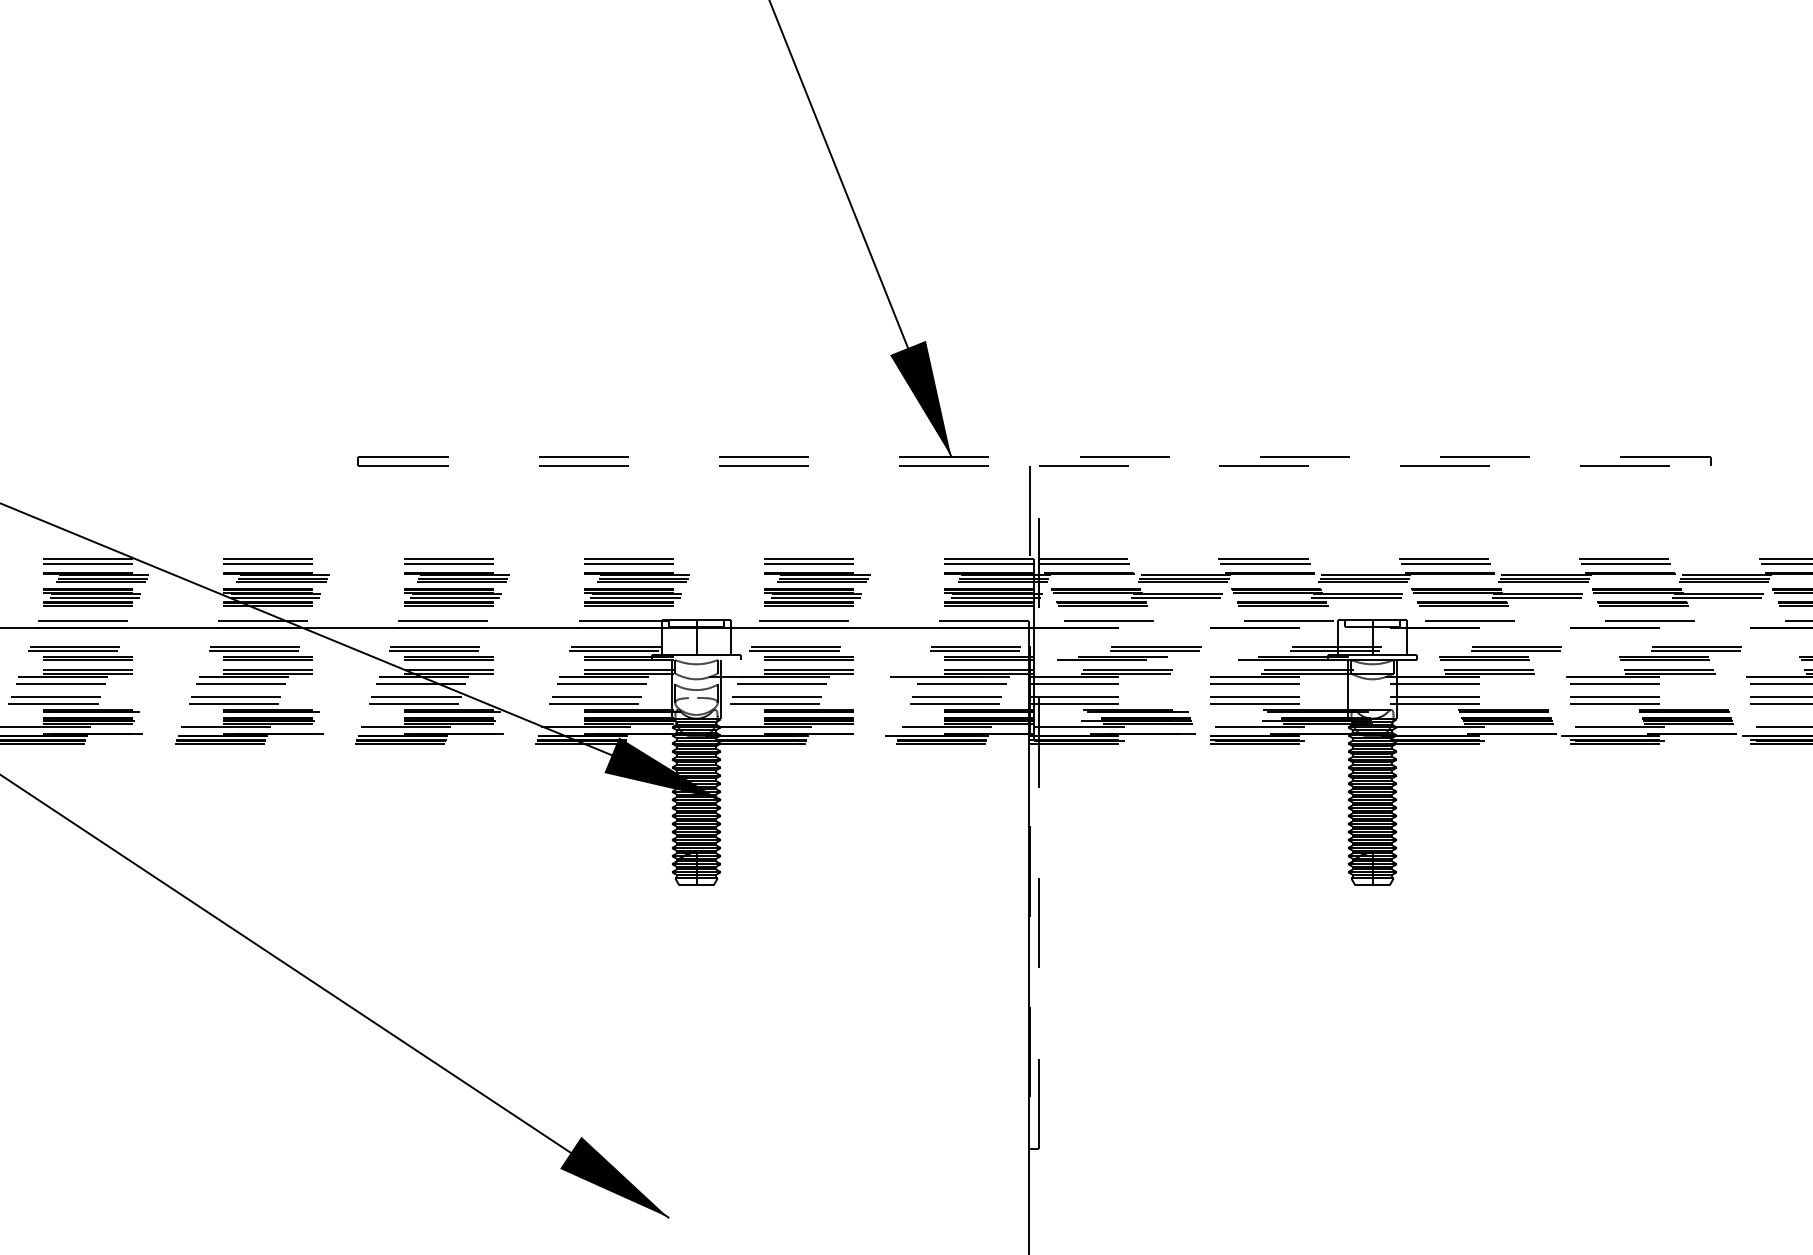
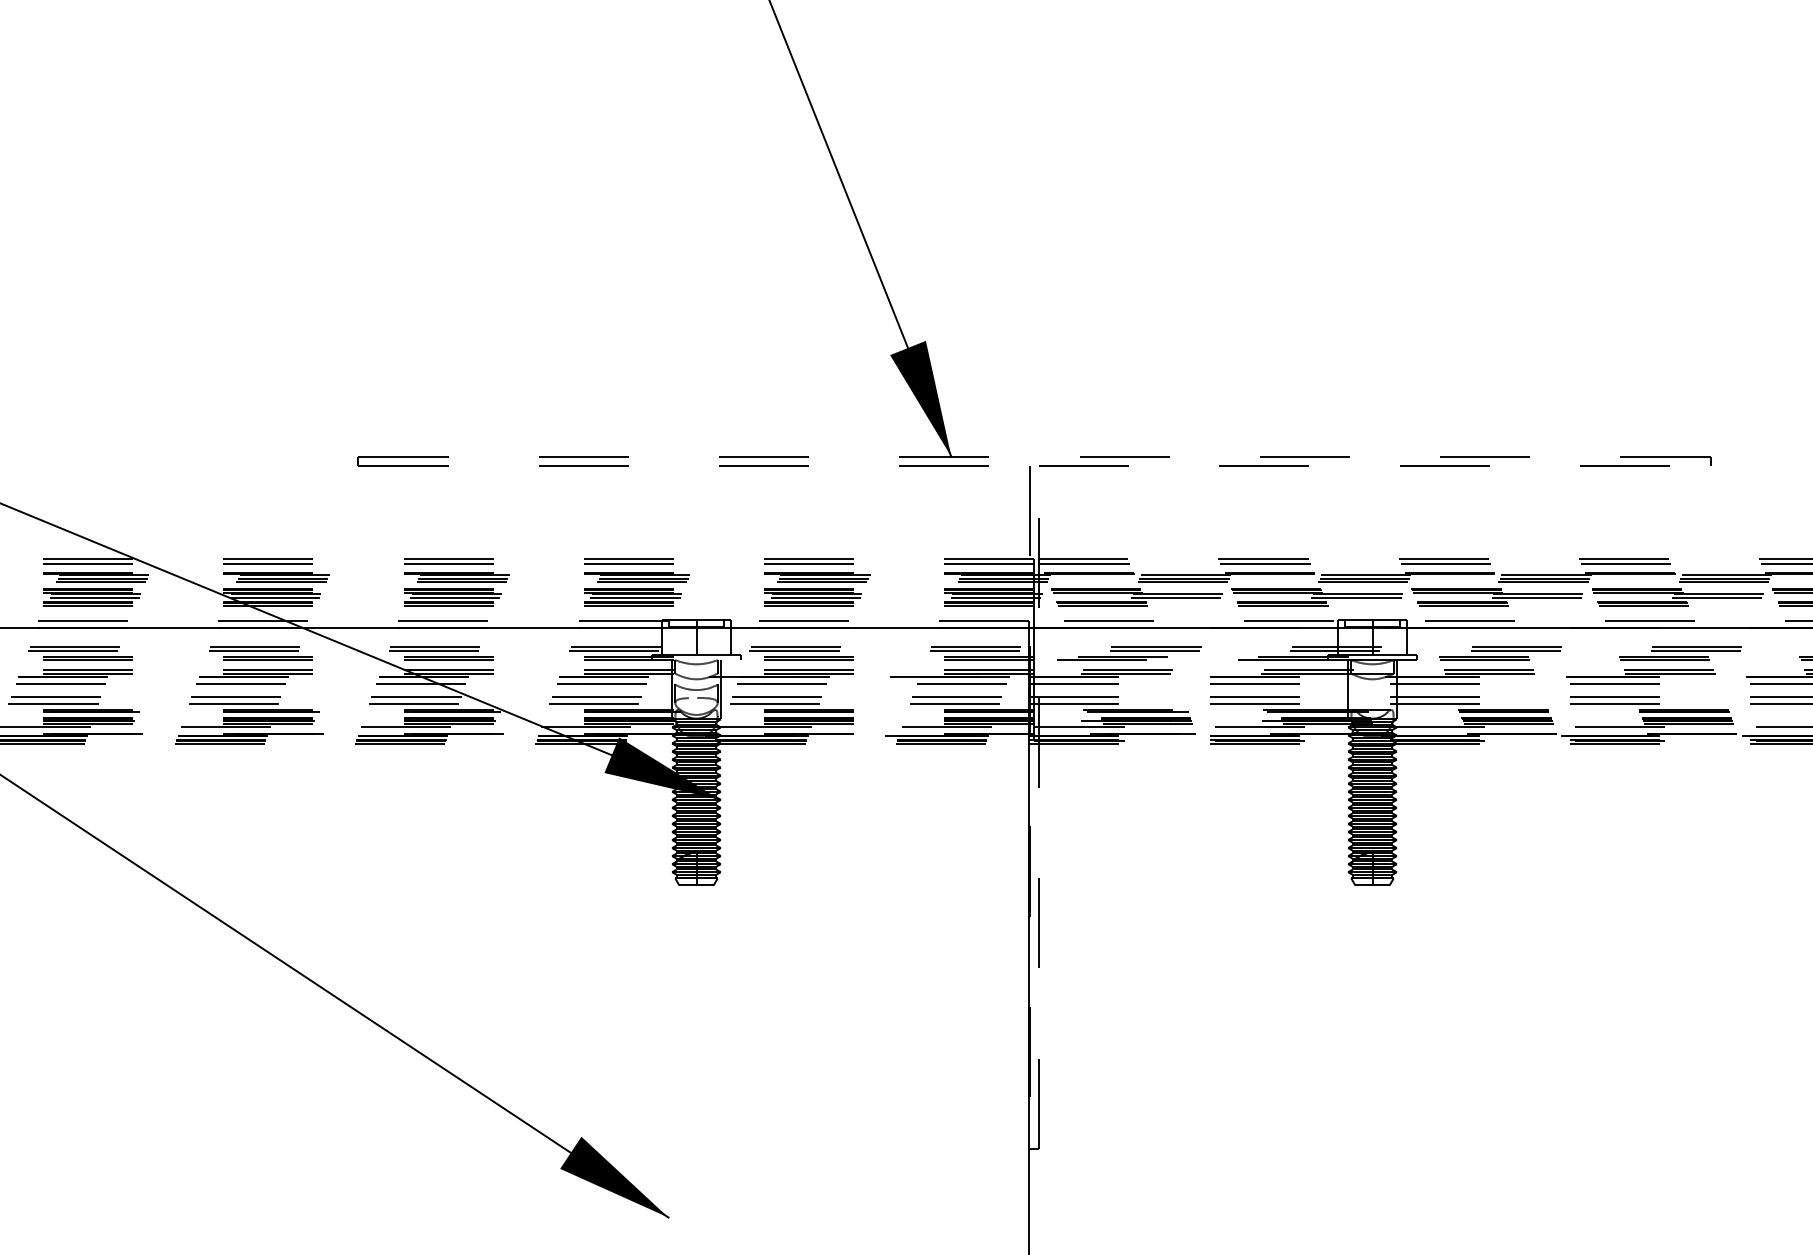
line at (1421, 627): dashed -> solid
